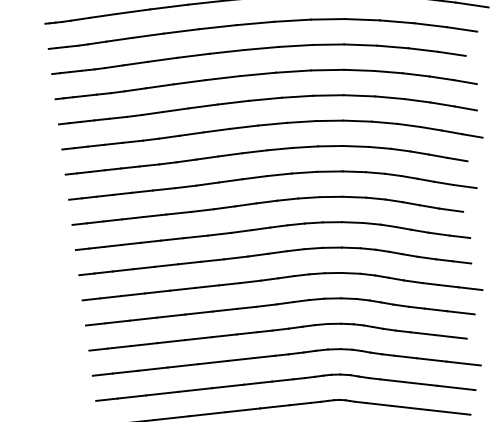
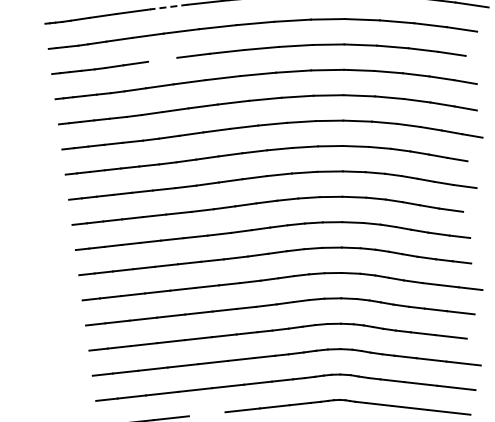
line at (168, 7): solid -> dashed
line at (162, 59): present -> none
line at (206, 414): present -> none
